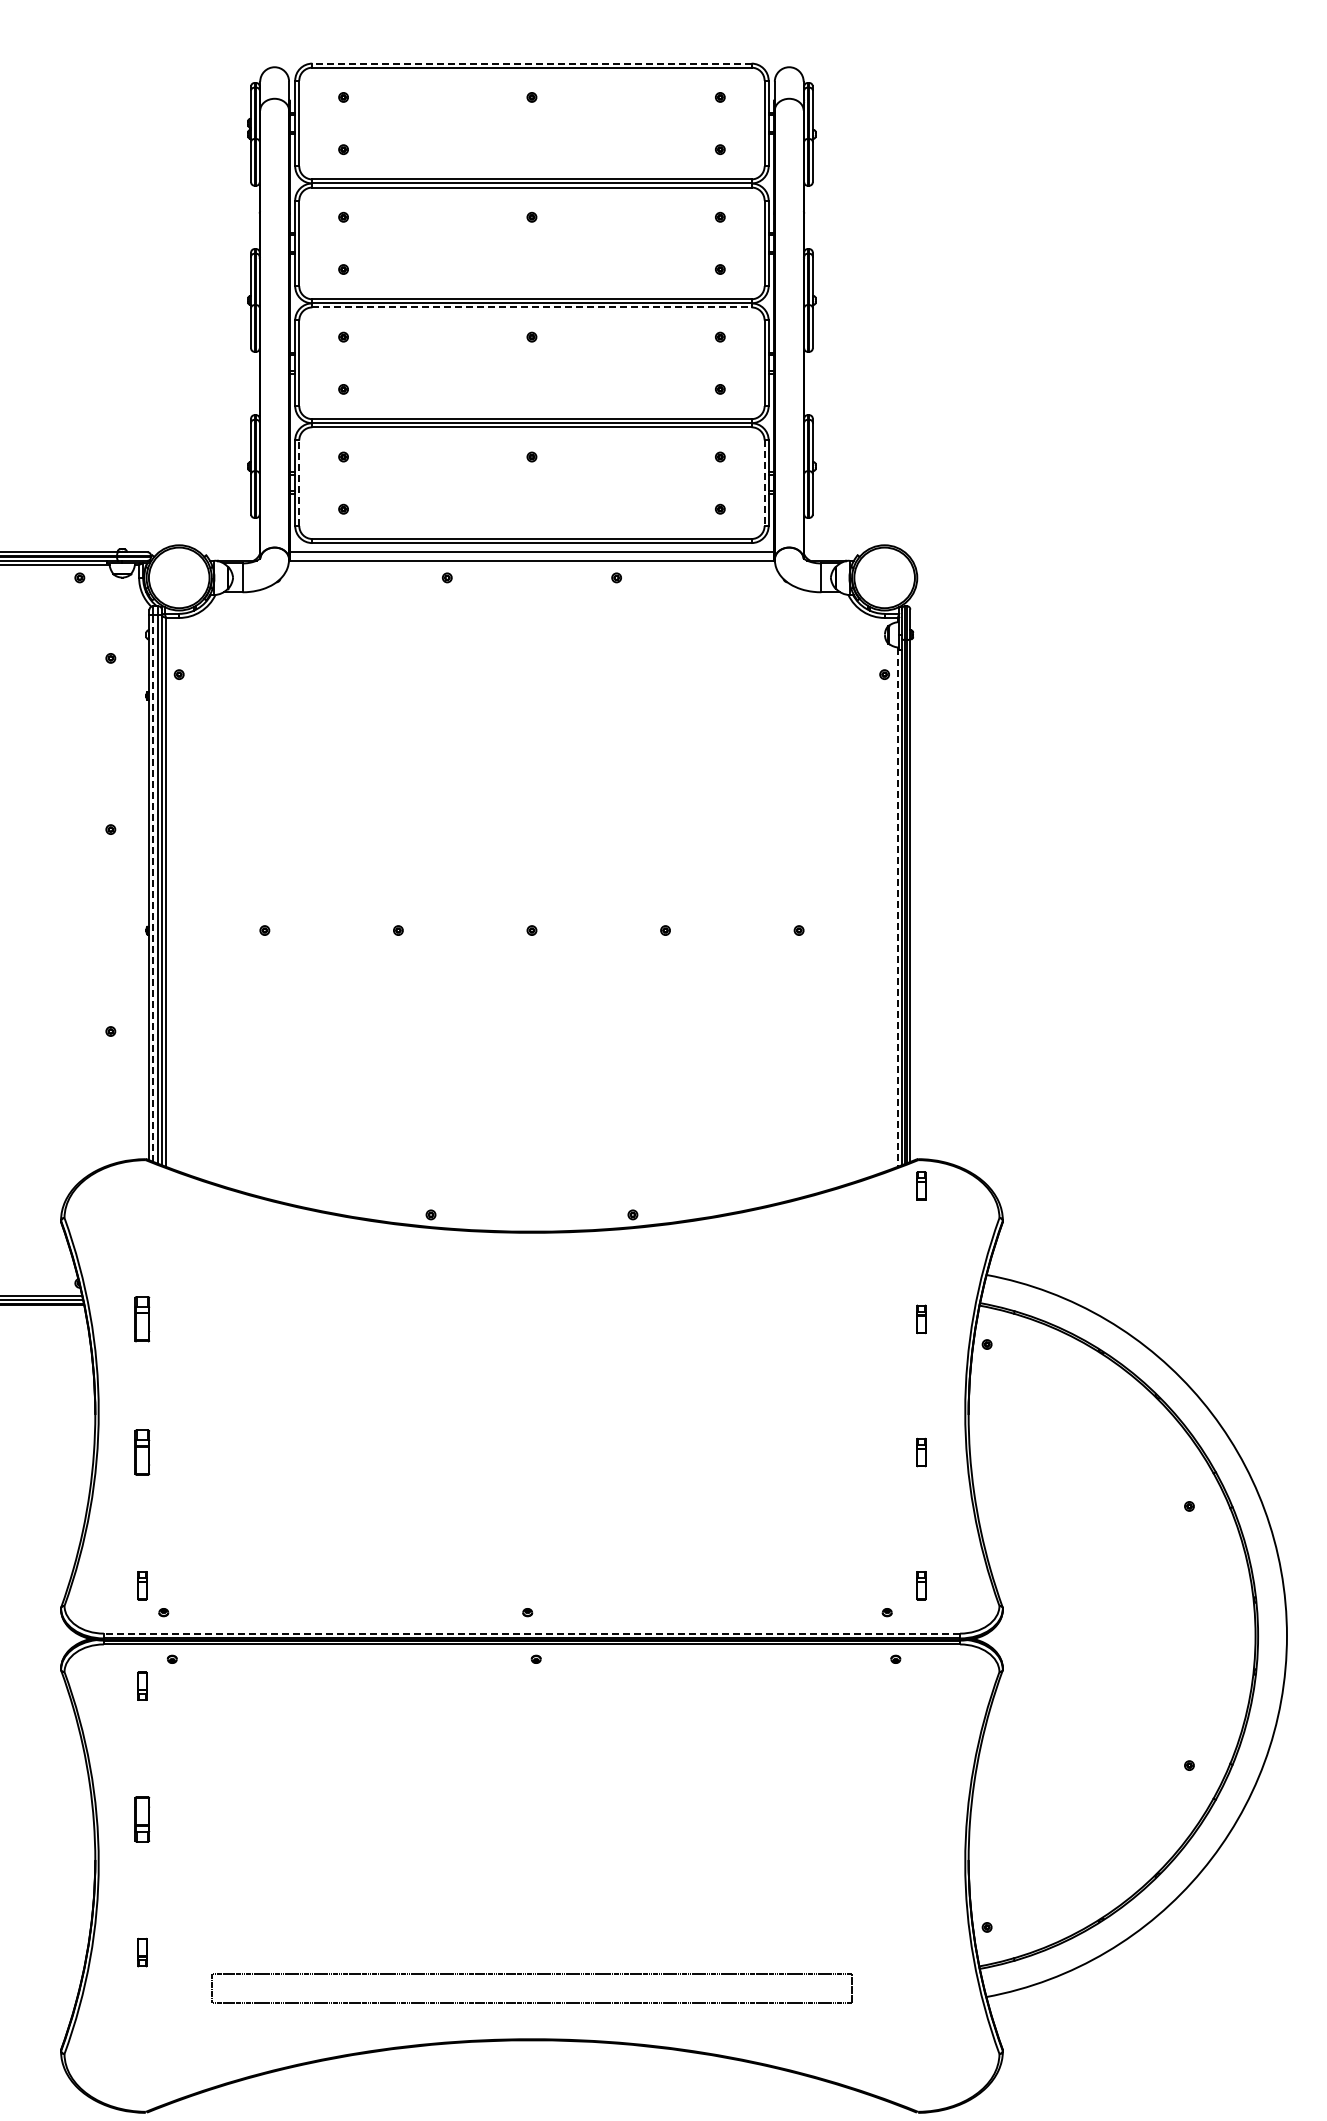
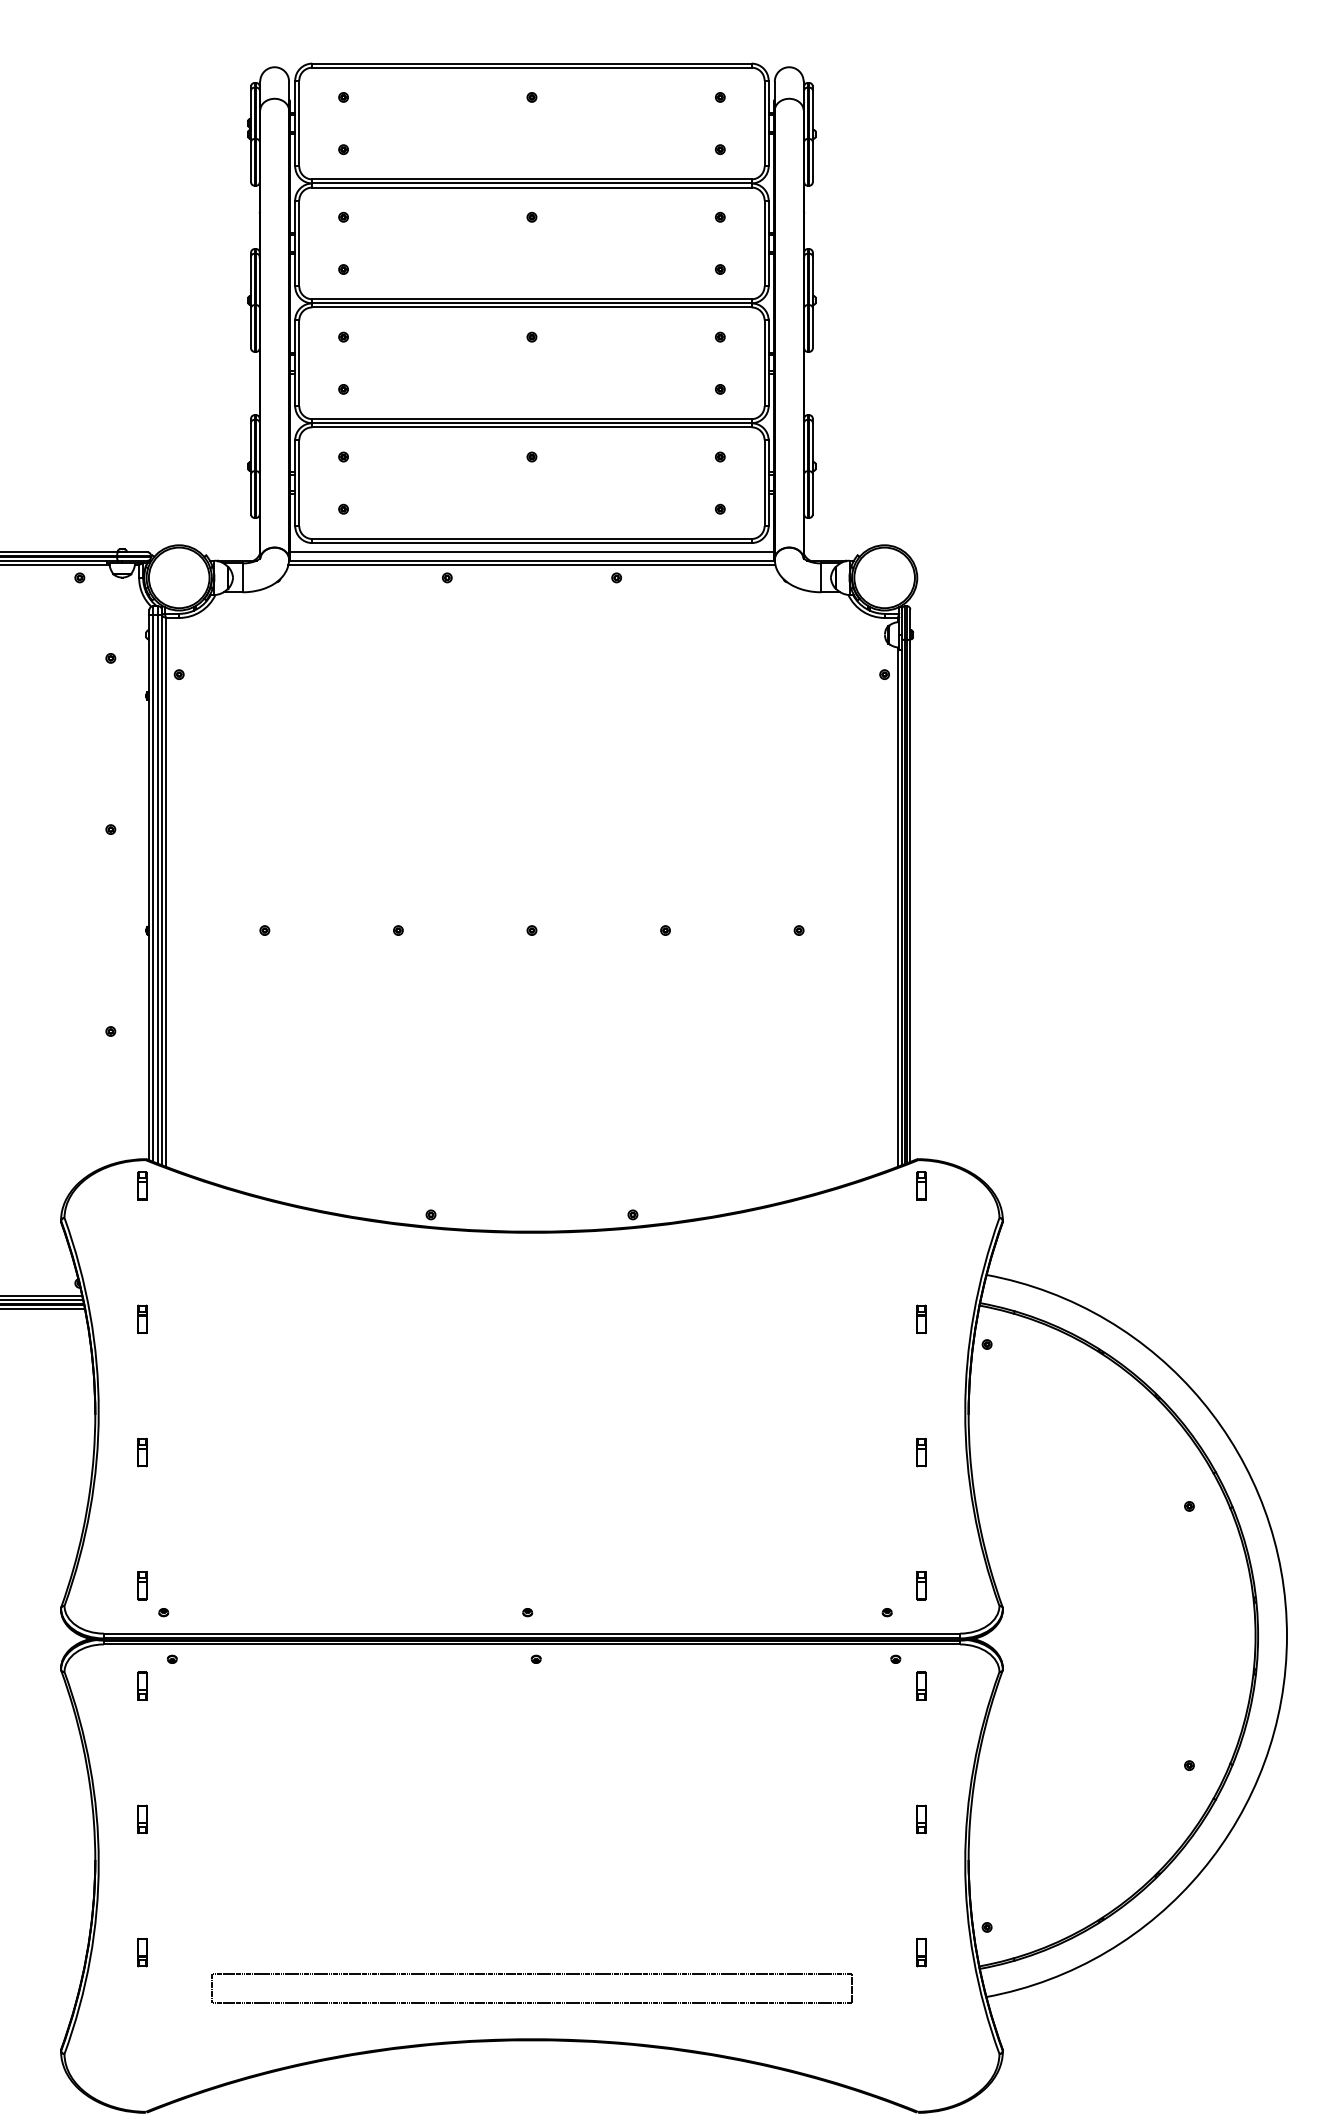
line at (531, 63): dashed -> solid
line at (531, 307): dashed -> solid
line at (299, 483): dashed -> solid
line at (764, 483): dashed -> solid
line at (531, 564): none -> present
line at (153, 888): dashed -> solid
line at (897, 907): dashed -> solid
part at (142, 1185): none -> present
line at (43, 1309): none -> present
part at (142, 1319) size: 17x47 px -> 11x31 px
part at (142, 1452) size: 17x47 px -> 11x31 px
line at (531, 1633): dashed -> solid
part at (921, 1685): none -> present
part at (142, 1819) size: 17x47 px -> 11x31 px
part at (921, 1819): none -> present
part at (921, 1952): none -> present
